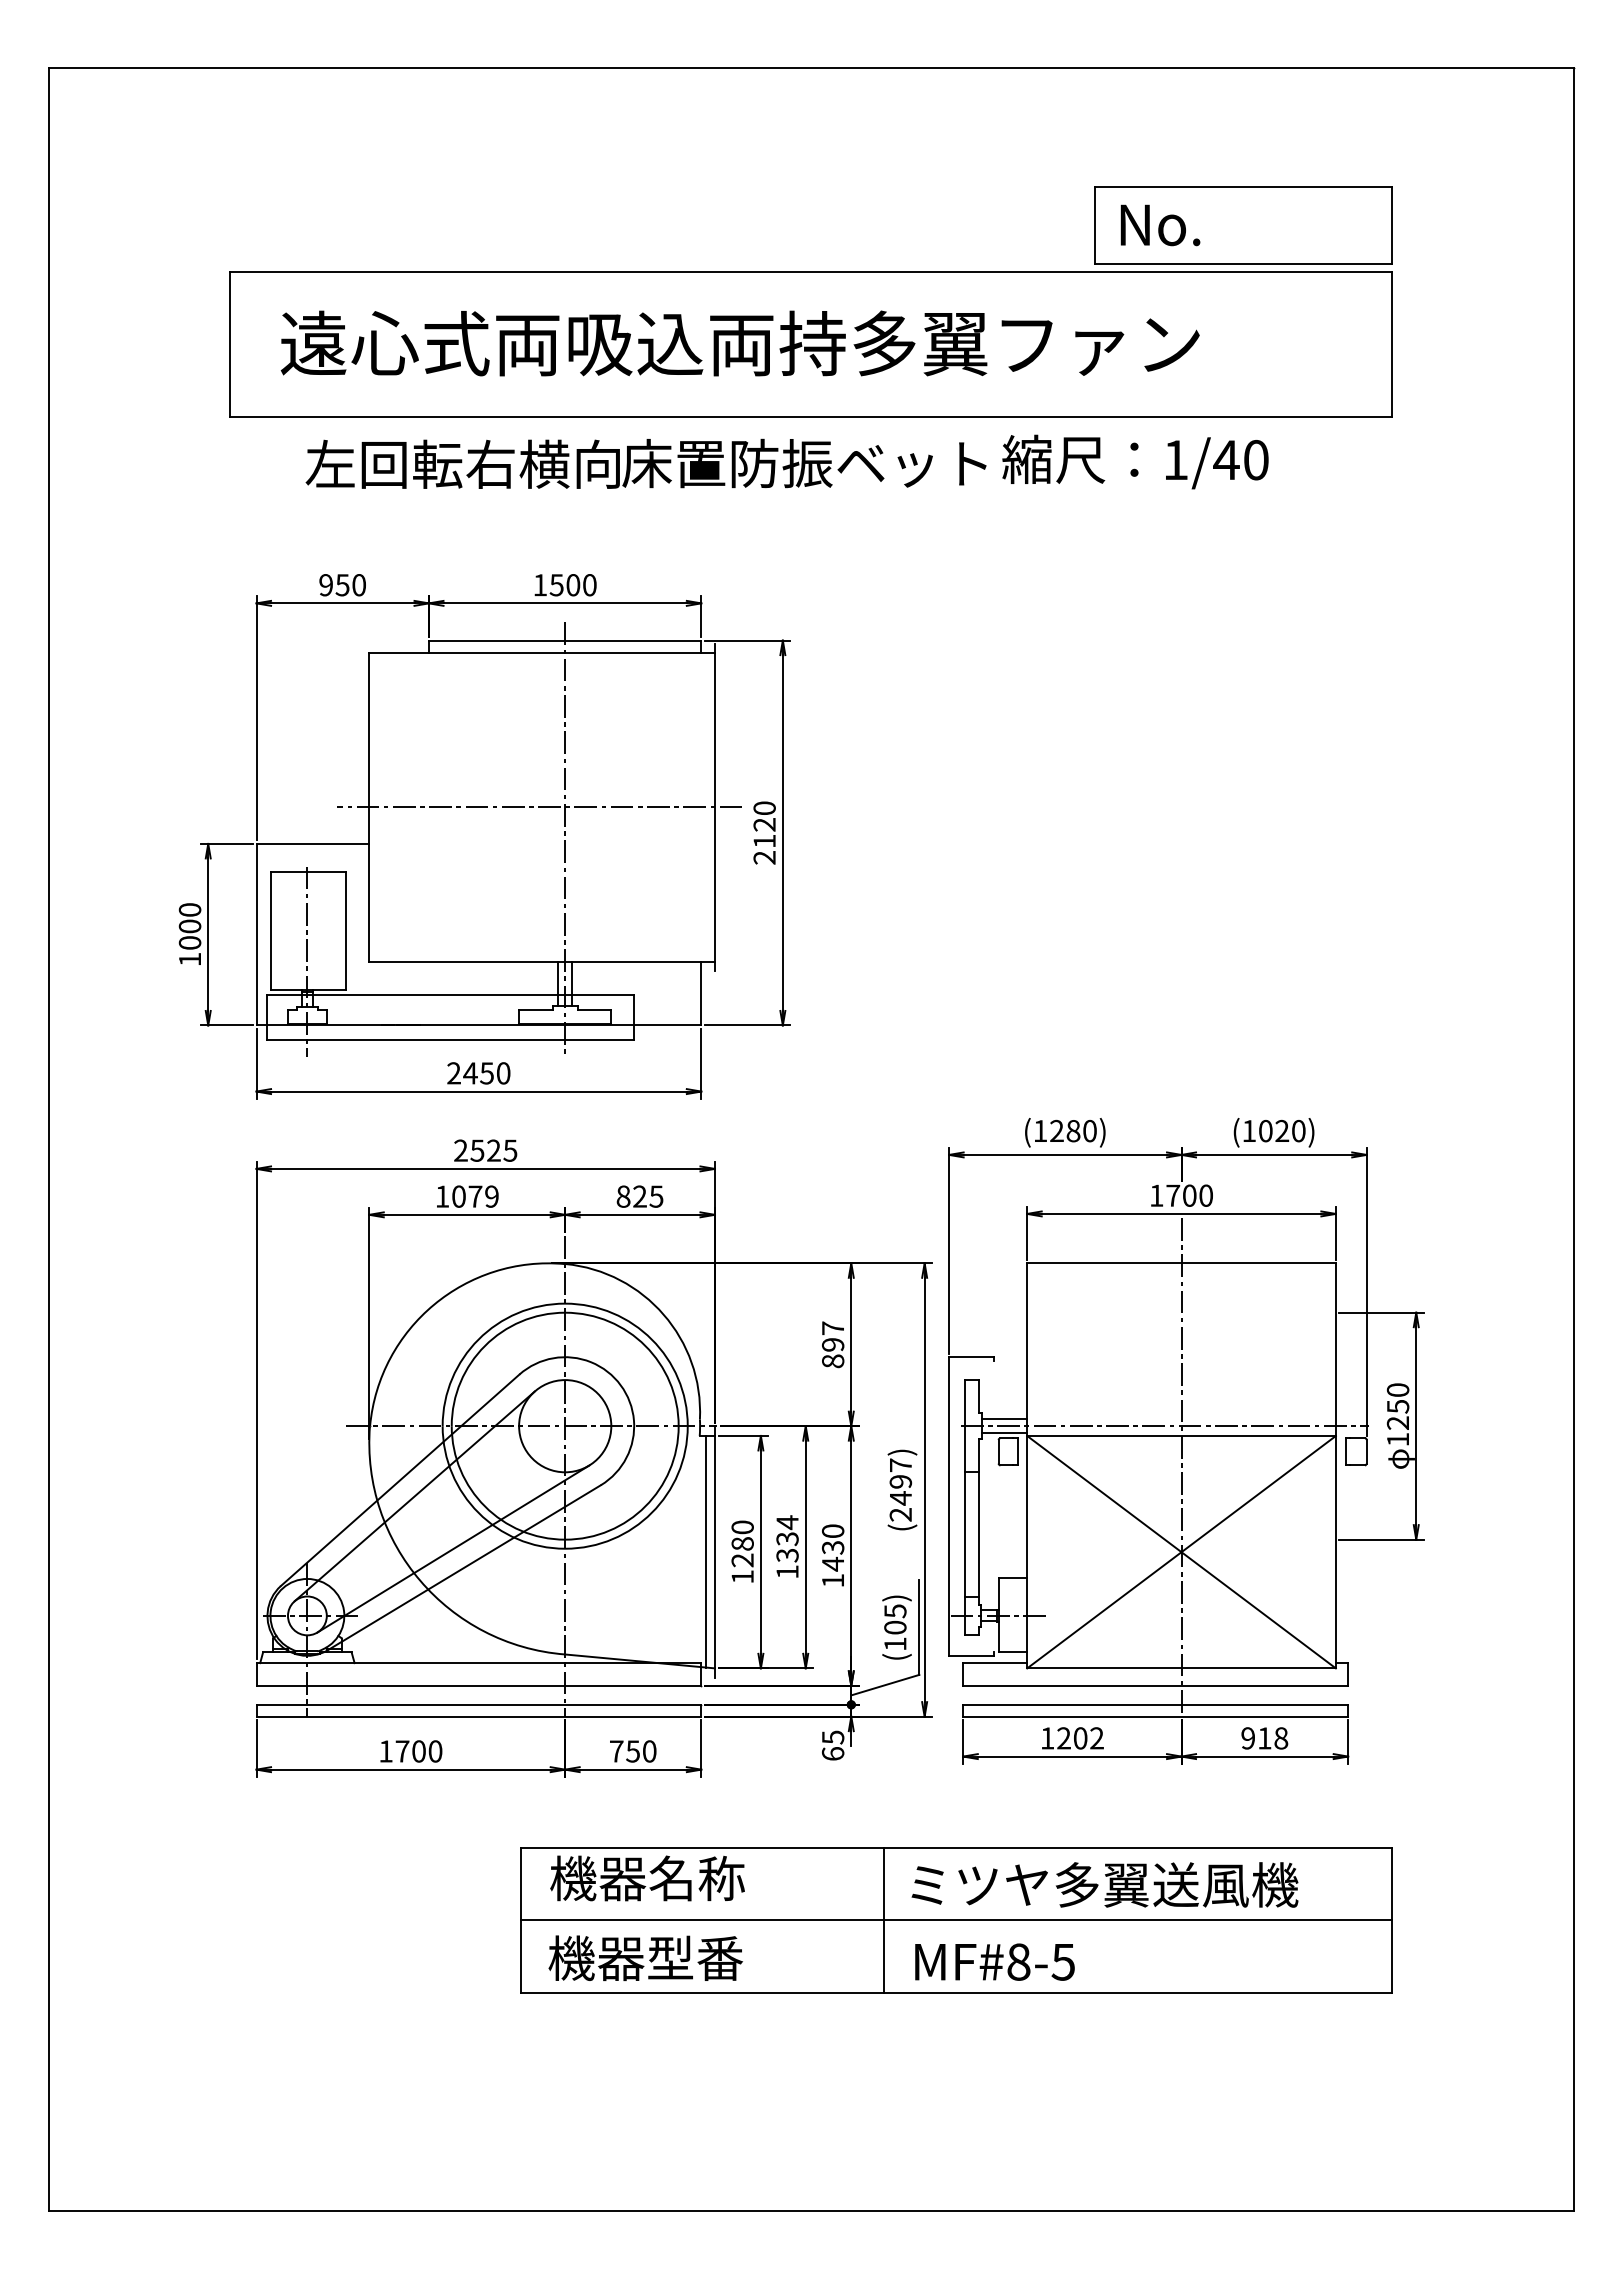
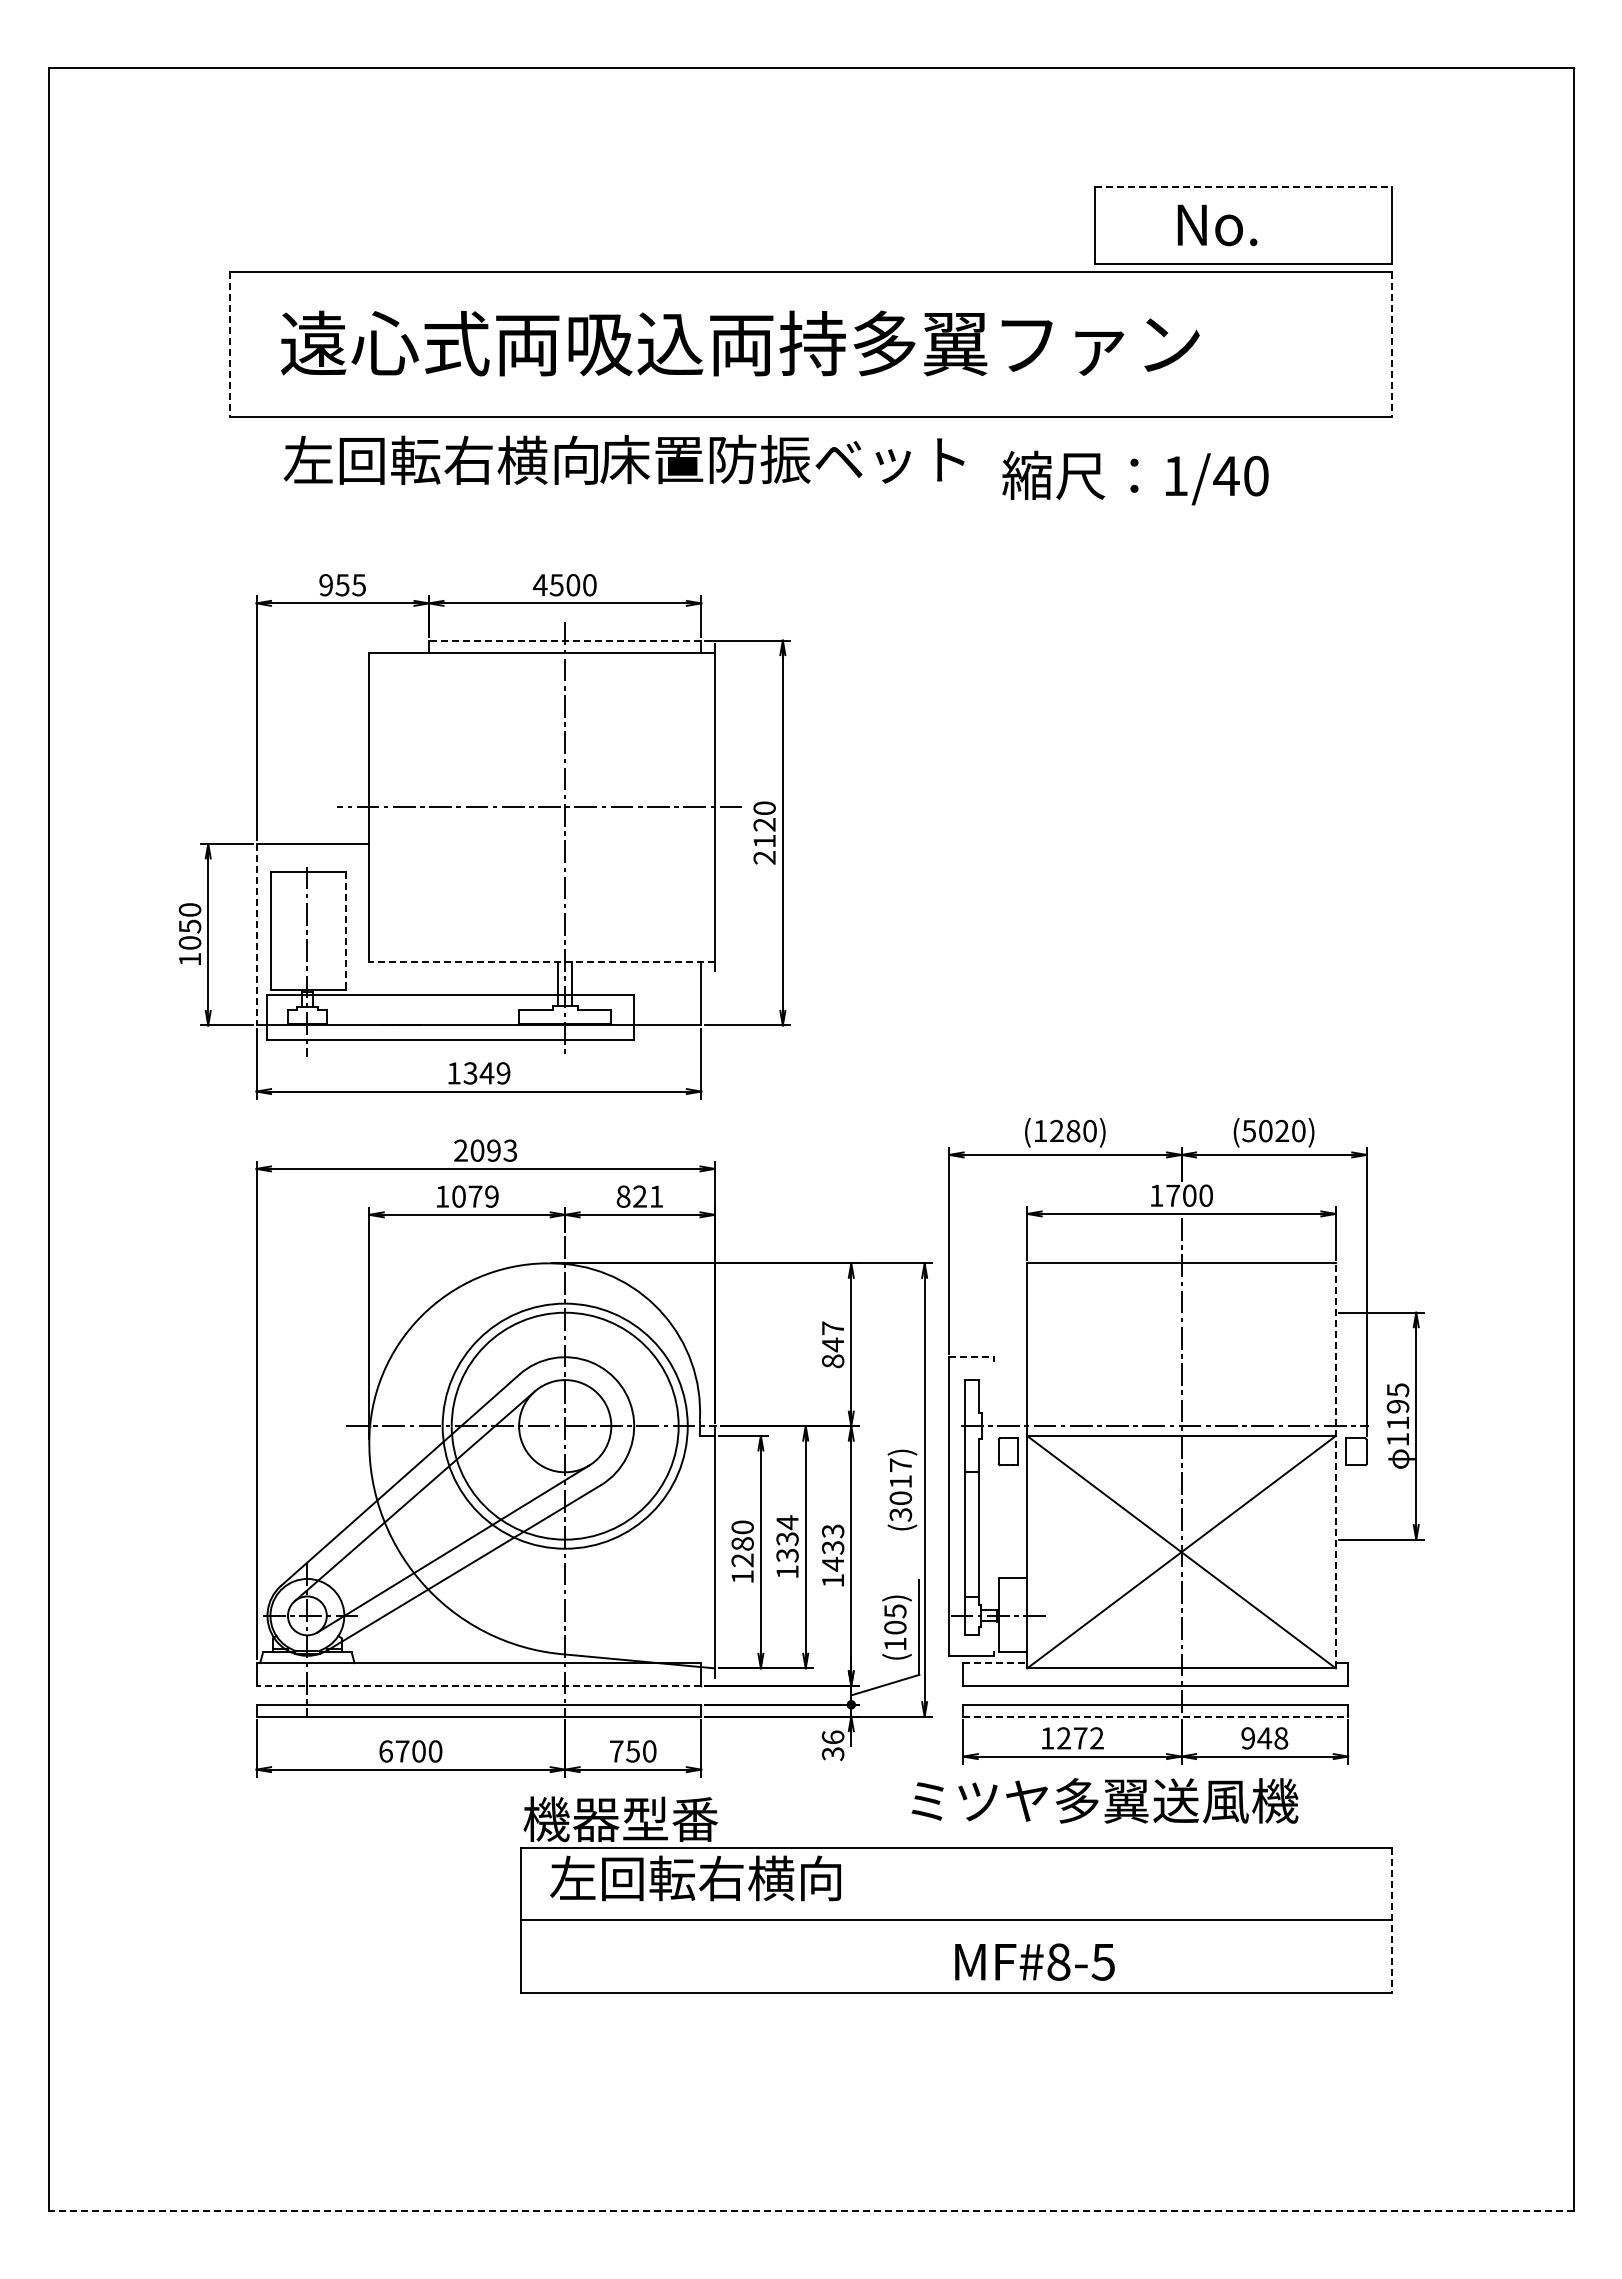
line at (1243, 186): solid -> dashed
text at (1160, 225) position: (1160, 225) -> (1217, 225)
line at (230, 344): solid -> dashed
line at (1391, 344): solid -> dashed
text at (1135, 461) position: (1135, 461) -> (1135, 477)
text at (645, 463) position: (645, 463) -> (623, 459)
text at (358, 585): 950 -> 955
text at (539, 585): 1500 -> 4500
line at (564, 640): solid -> dashed
text at (189, 926): 1000 -> 1050
line at (345, 930): solid -> dashed
line at (256, 934): solid -> dashed
line at (542, 961): solid -> dashed
text at (478, 1073): 2450 -> 1349
text at (1248, 1131): (1020) -> (5020)
text at (493, 1150): 2525 -> 2093
text at (656, 1196): 825 -> 821
text at (832, 1344): 897 -> 847
line at (971, 1357): solid -> dashed
text at (1397, 1406): 1250 -> 1195
line at (1004, 1419): present -> none
line at (1004, 1433): present -> none
line at (1335, 1465): solid -> dashed
text at (900, 1498): (2497) -> (3017)
text at (833, 1531): 1430 -> 1433
line at (705, 1551): present -> none
line at (995, 1663): solid -> dashed
line at (478, 1685): solid -> dashed
line at (1156, 1716): solid -> dashed
text at (1080, 1738): 1202 -> 1272
text at (1264, 1738): 918 -> 948
text at (832, 1745): 65 -> 36
text at (385, 1751): 1700 -> 6700
text at (695, 1878): 機器名称 -> 左回転右横向
text at (1104, 1884) position: (1104, 1884) -> (1104, 1800)
line at (883, 1919): present -> none
line at (1391, 1920): solid -> dashed
text at (645, 1957) position: (645, 1957) -> (620, 1818)
text at (994, 1961) position: (994, 1961) -> (1034, 1961)
line at (810, 2210): solid -> dashed
